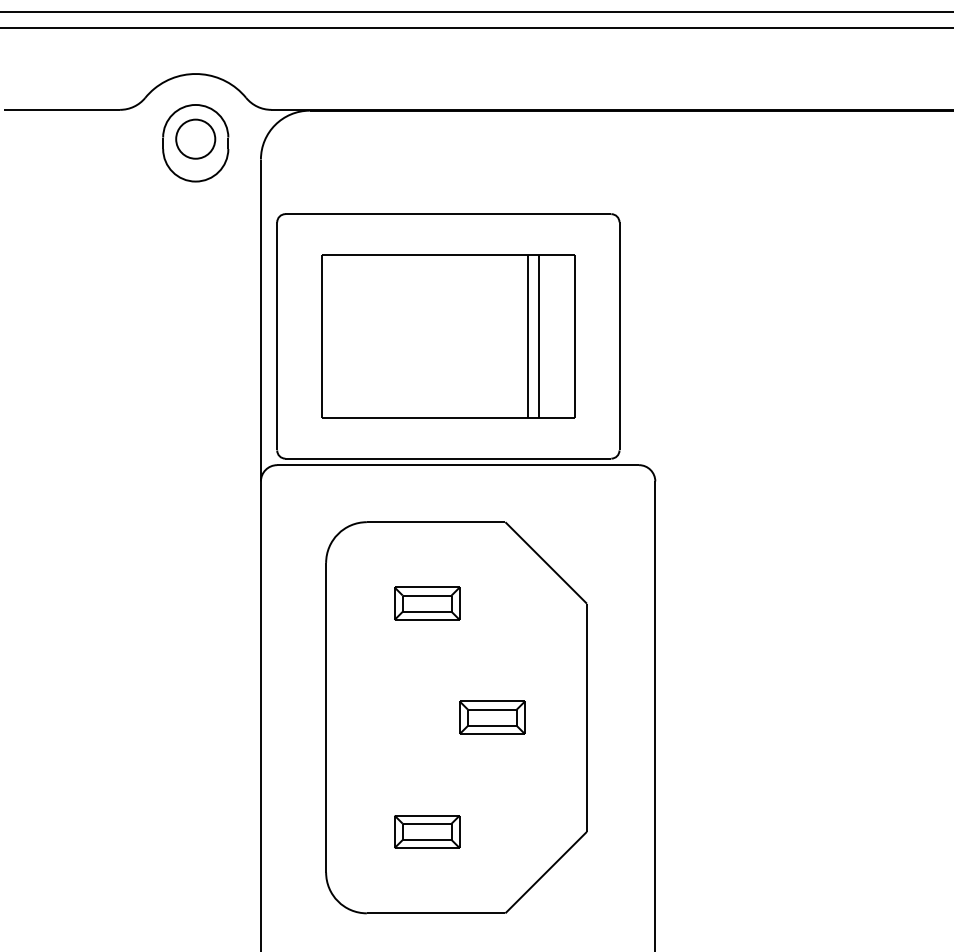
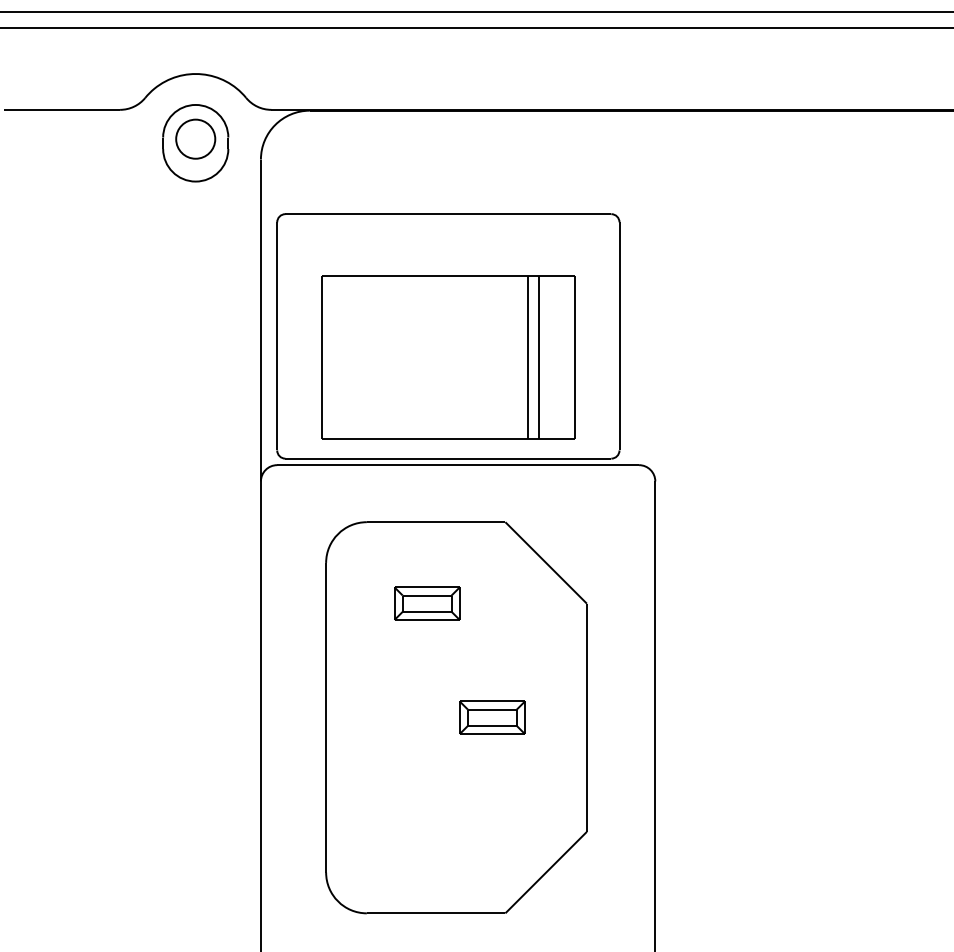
part at (448, 336) position: (448, 336) -> (448, 357)
part at (427, 831): present -> none
